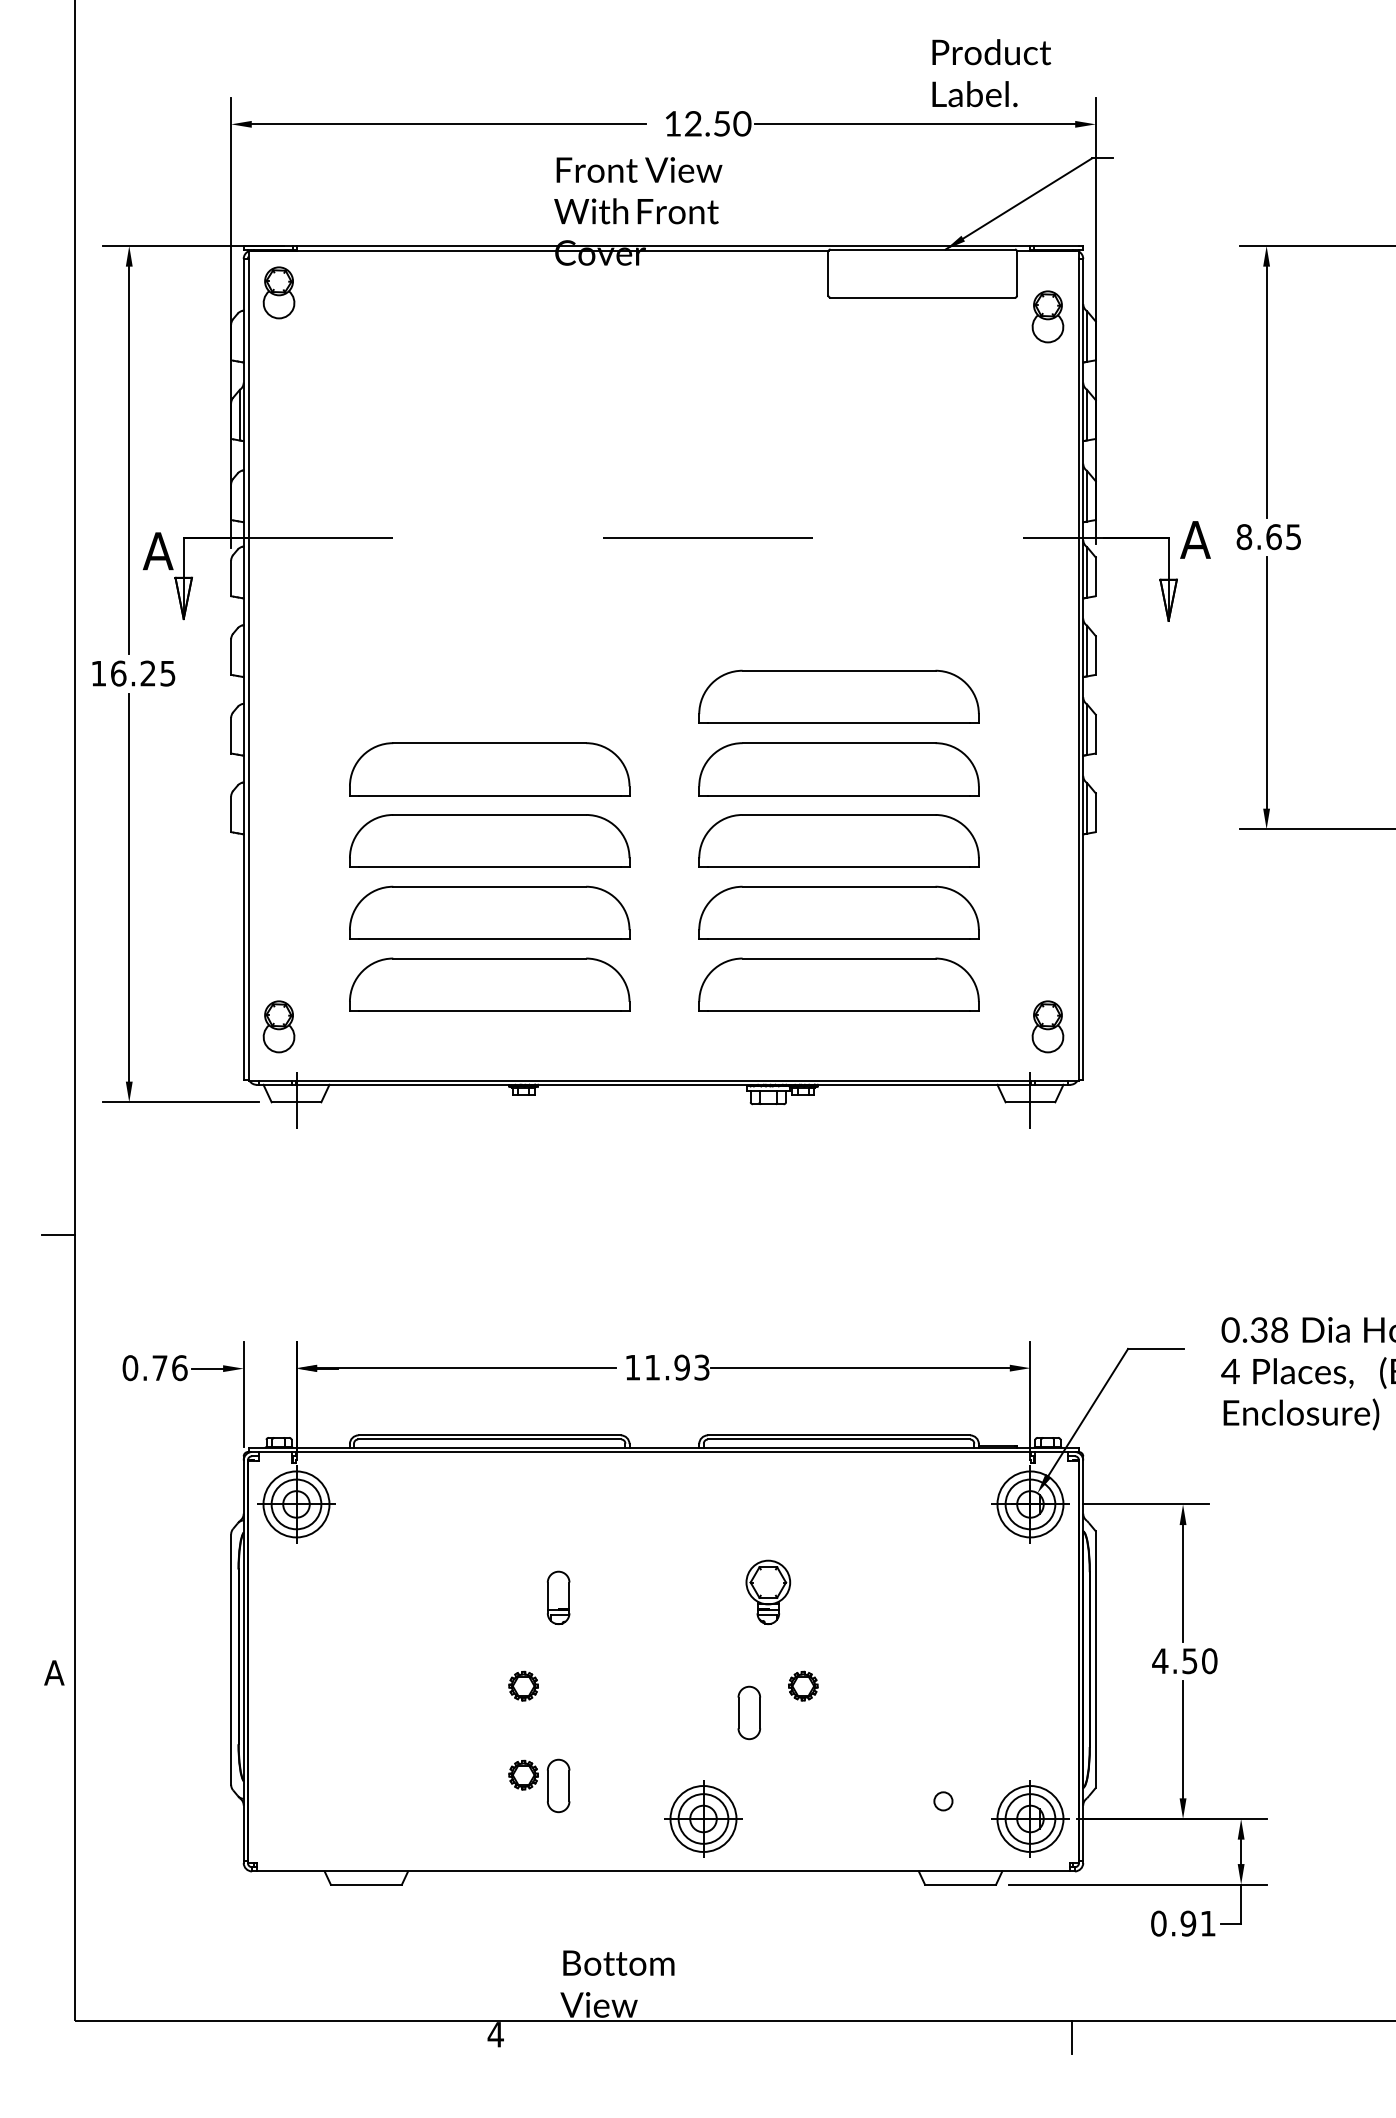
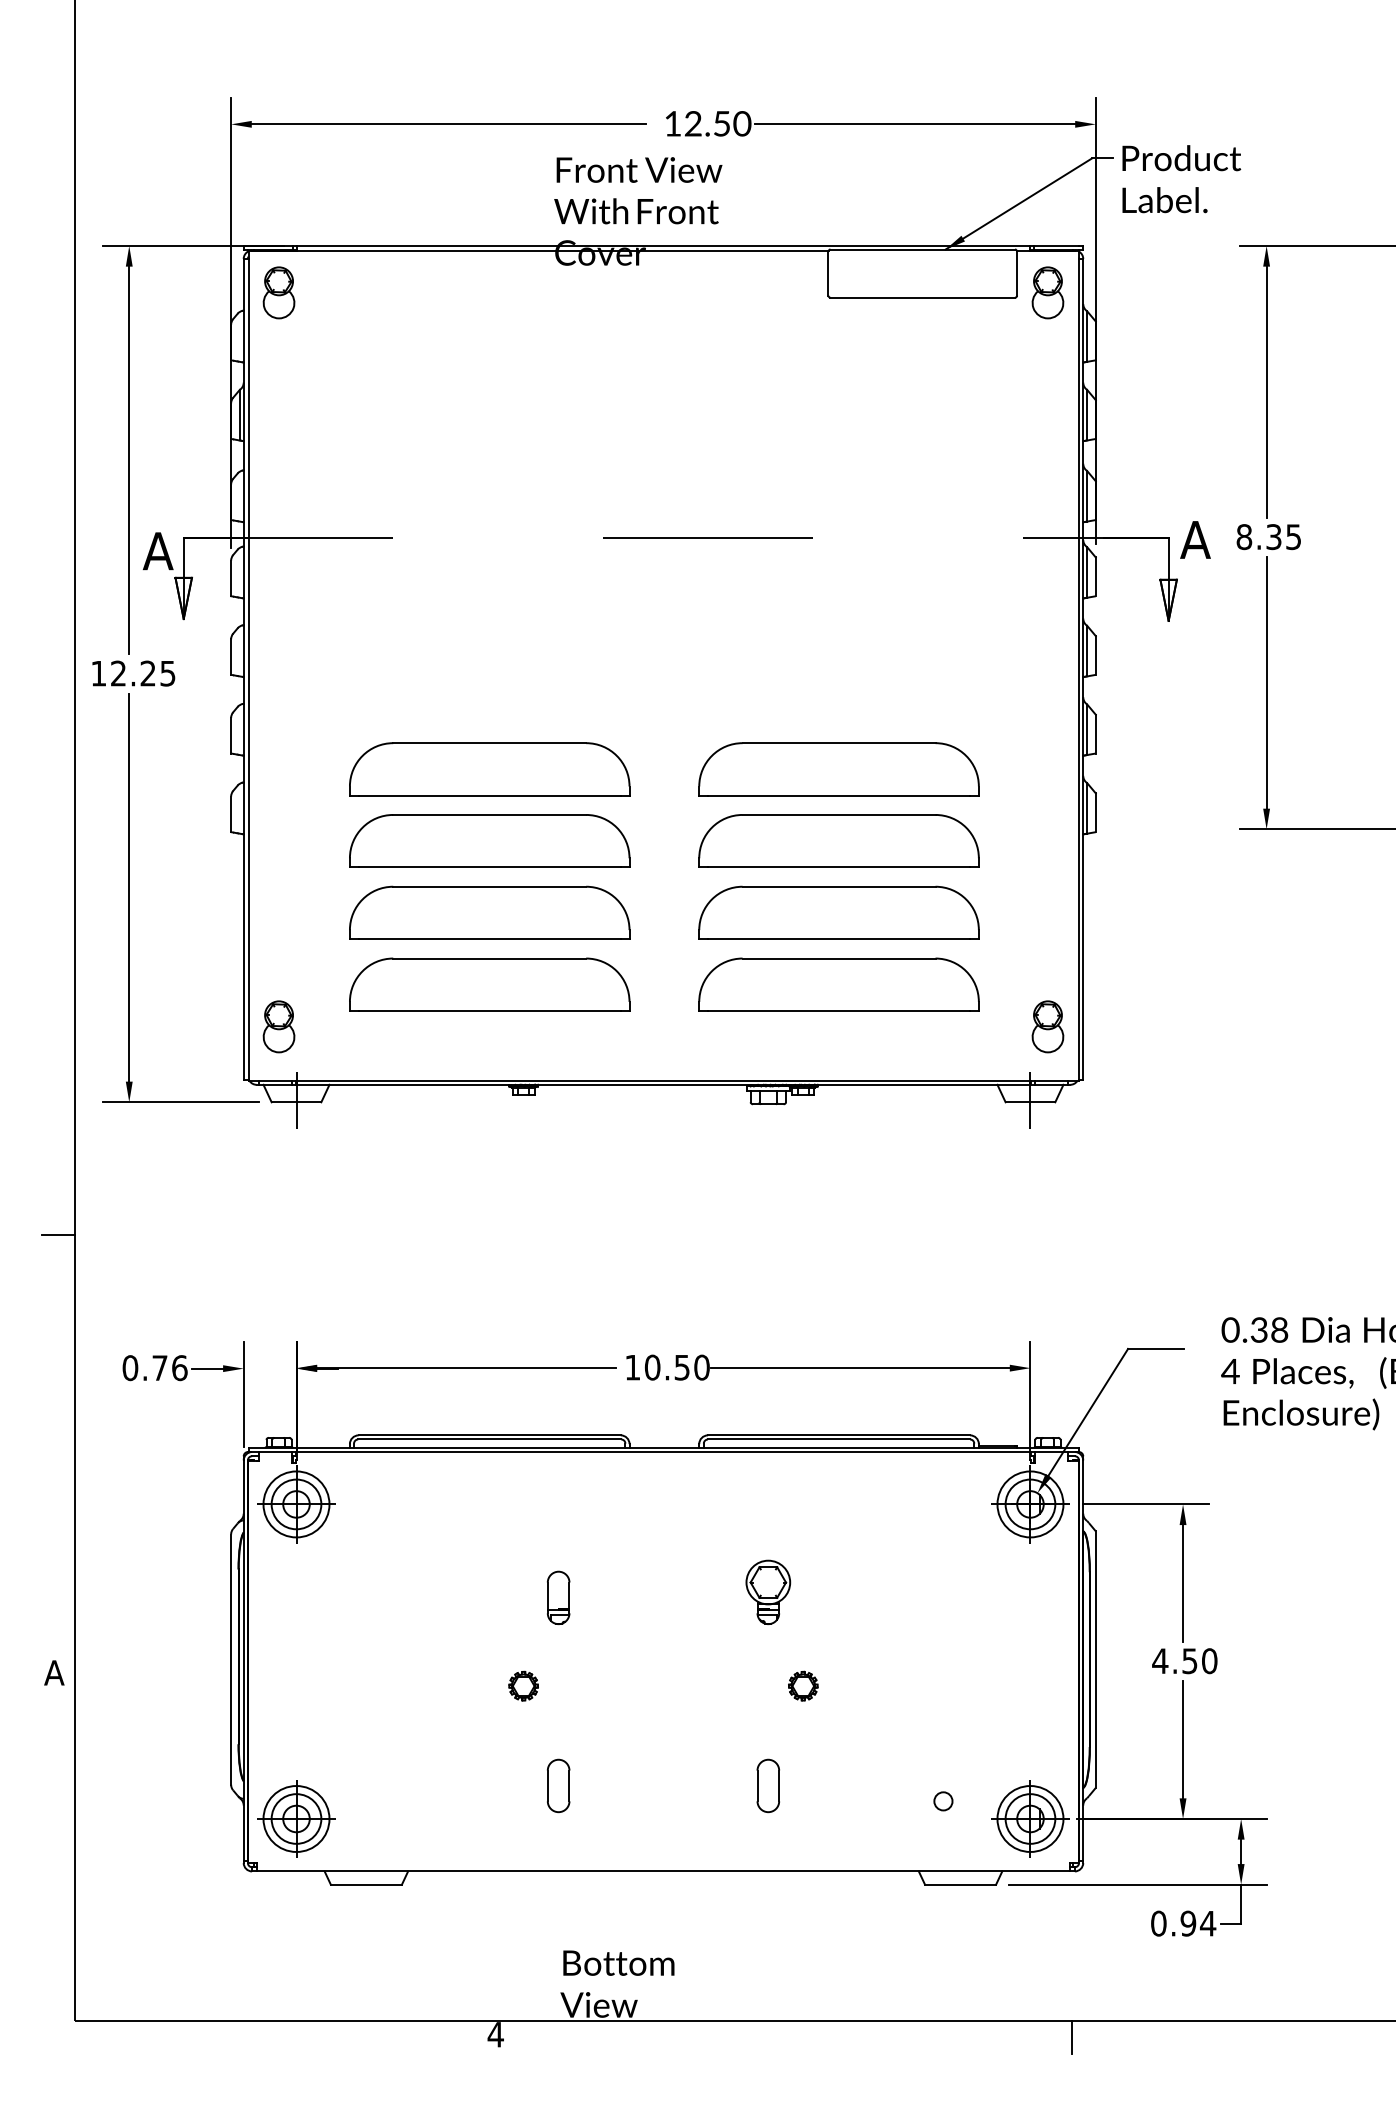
text at (991, 73) position: (991, 73) -> (1181, 179)
part at (1047, 316) position: (1047, 316) -> (1047, 292)
text at (1273, 537): 8.65 -> 8.35
text at (118, 673): 16.25 -> 12.25
part at (838, 696): present -> none
text at (676, 1367): 11.93 -> 10.50
part at (748, 1712) position: (748, 1712) -> (767, 1785)
part at (523, 1774): present -> none
part at (703, 1818) position: (703, 1818) -> (296, 1818)
text at (1207, 1923): 0.91 -> 0.94
